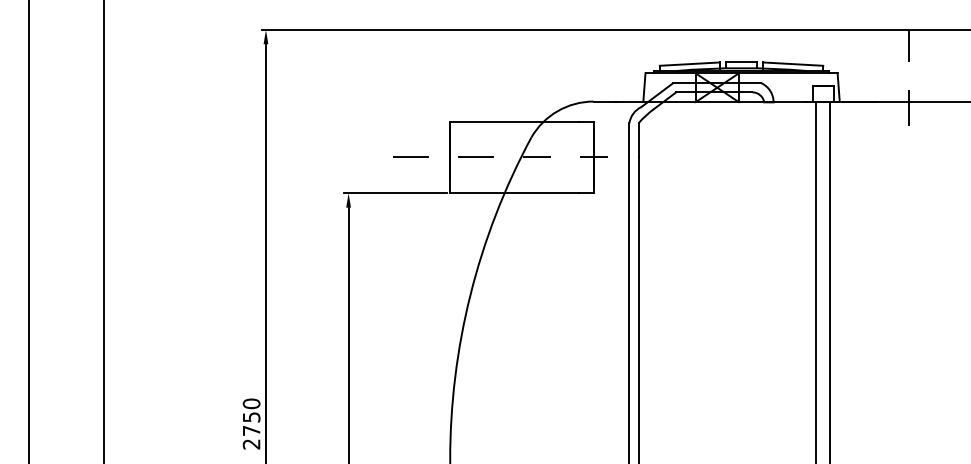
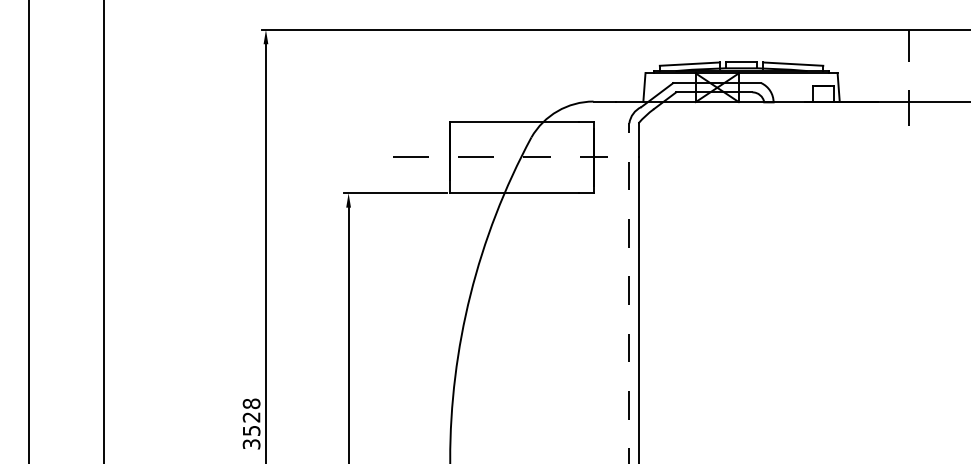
line at (816, 280): present -> none
line at (830, 280): present -> none
line at (629, 293): solid -> dashed
text at (251, 423): 2750 -> 3528
